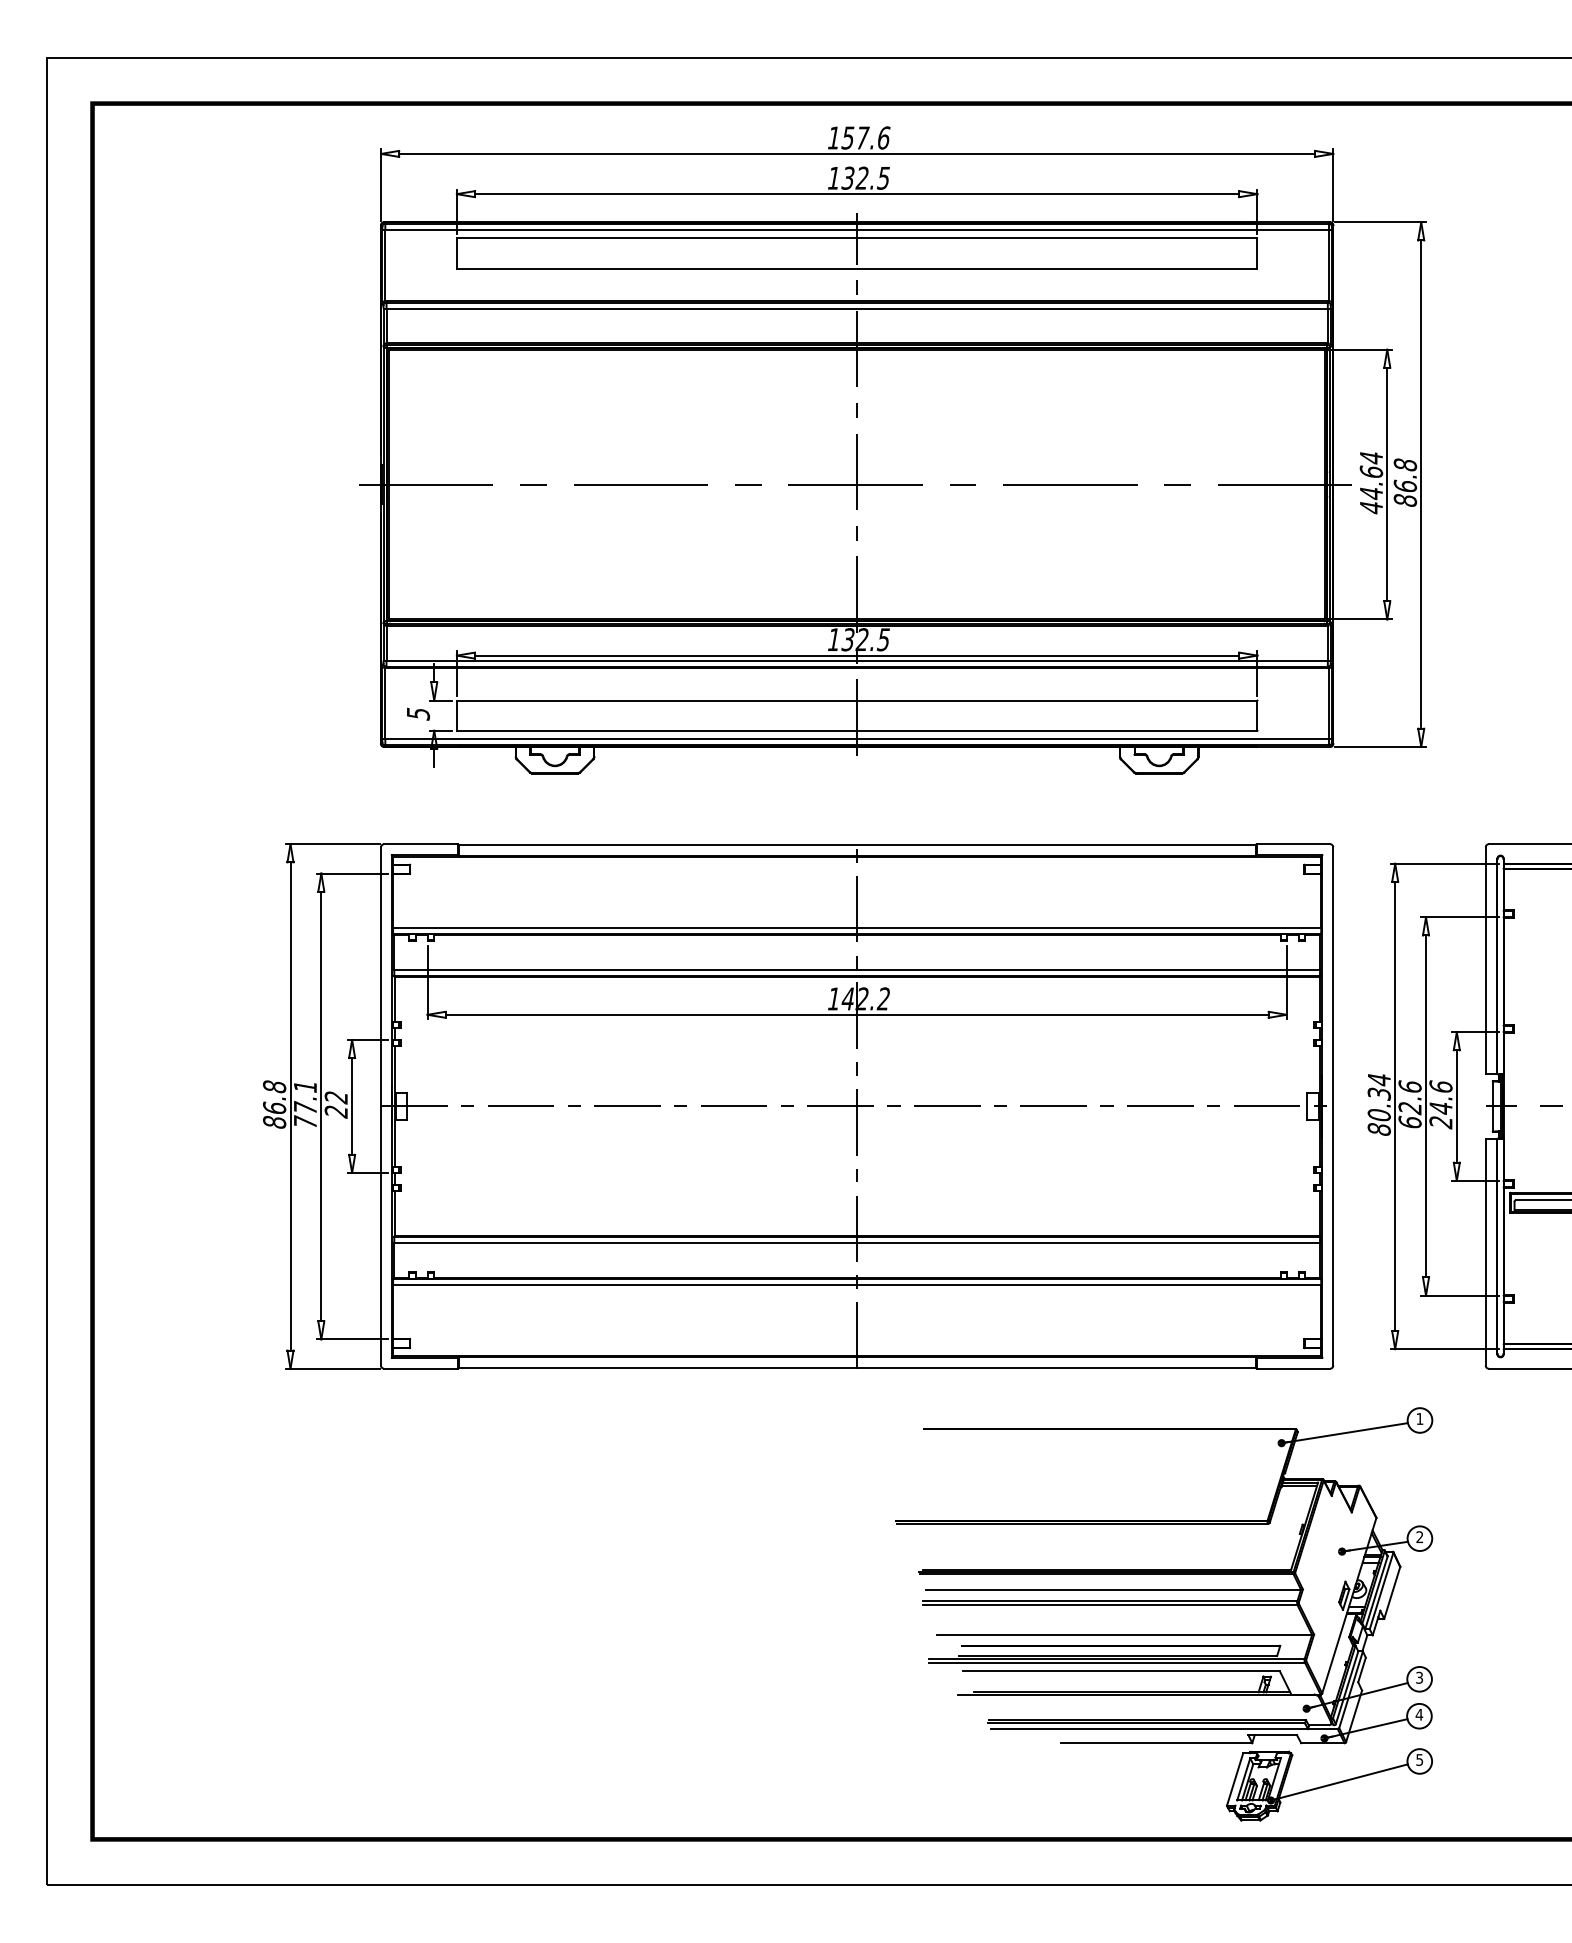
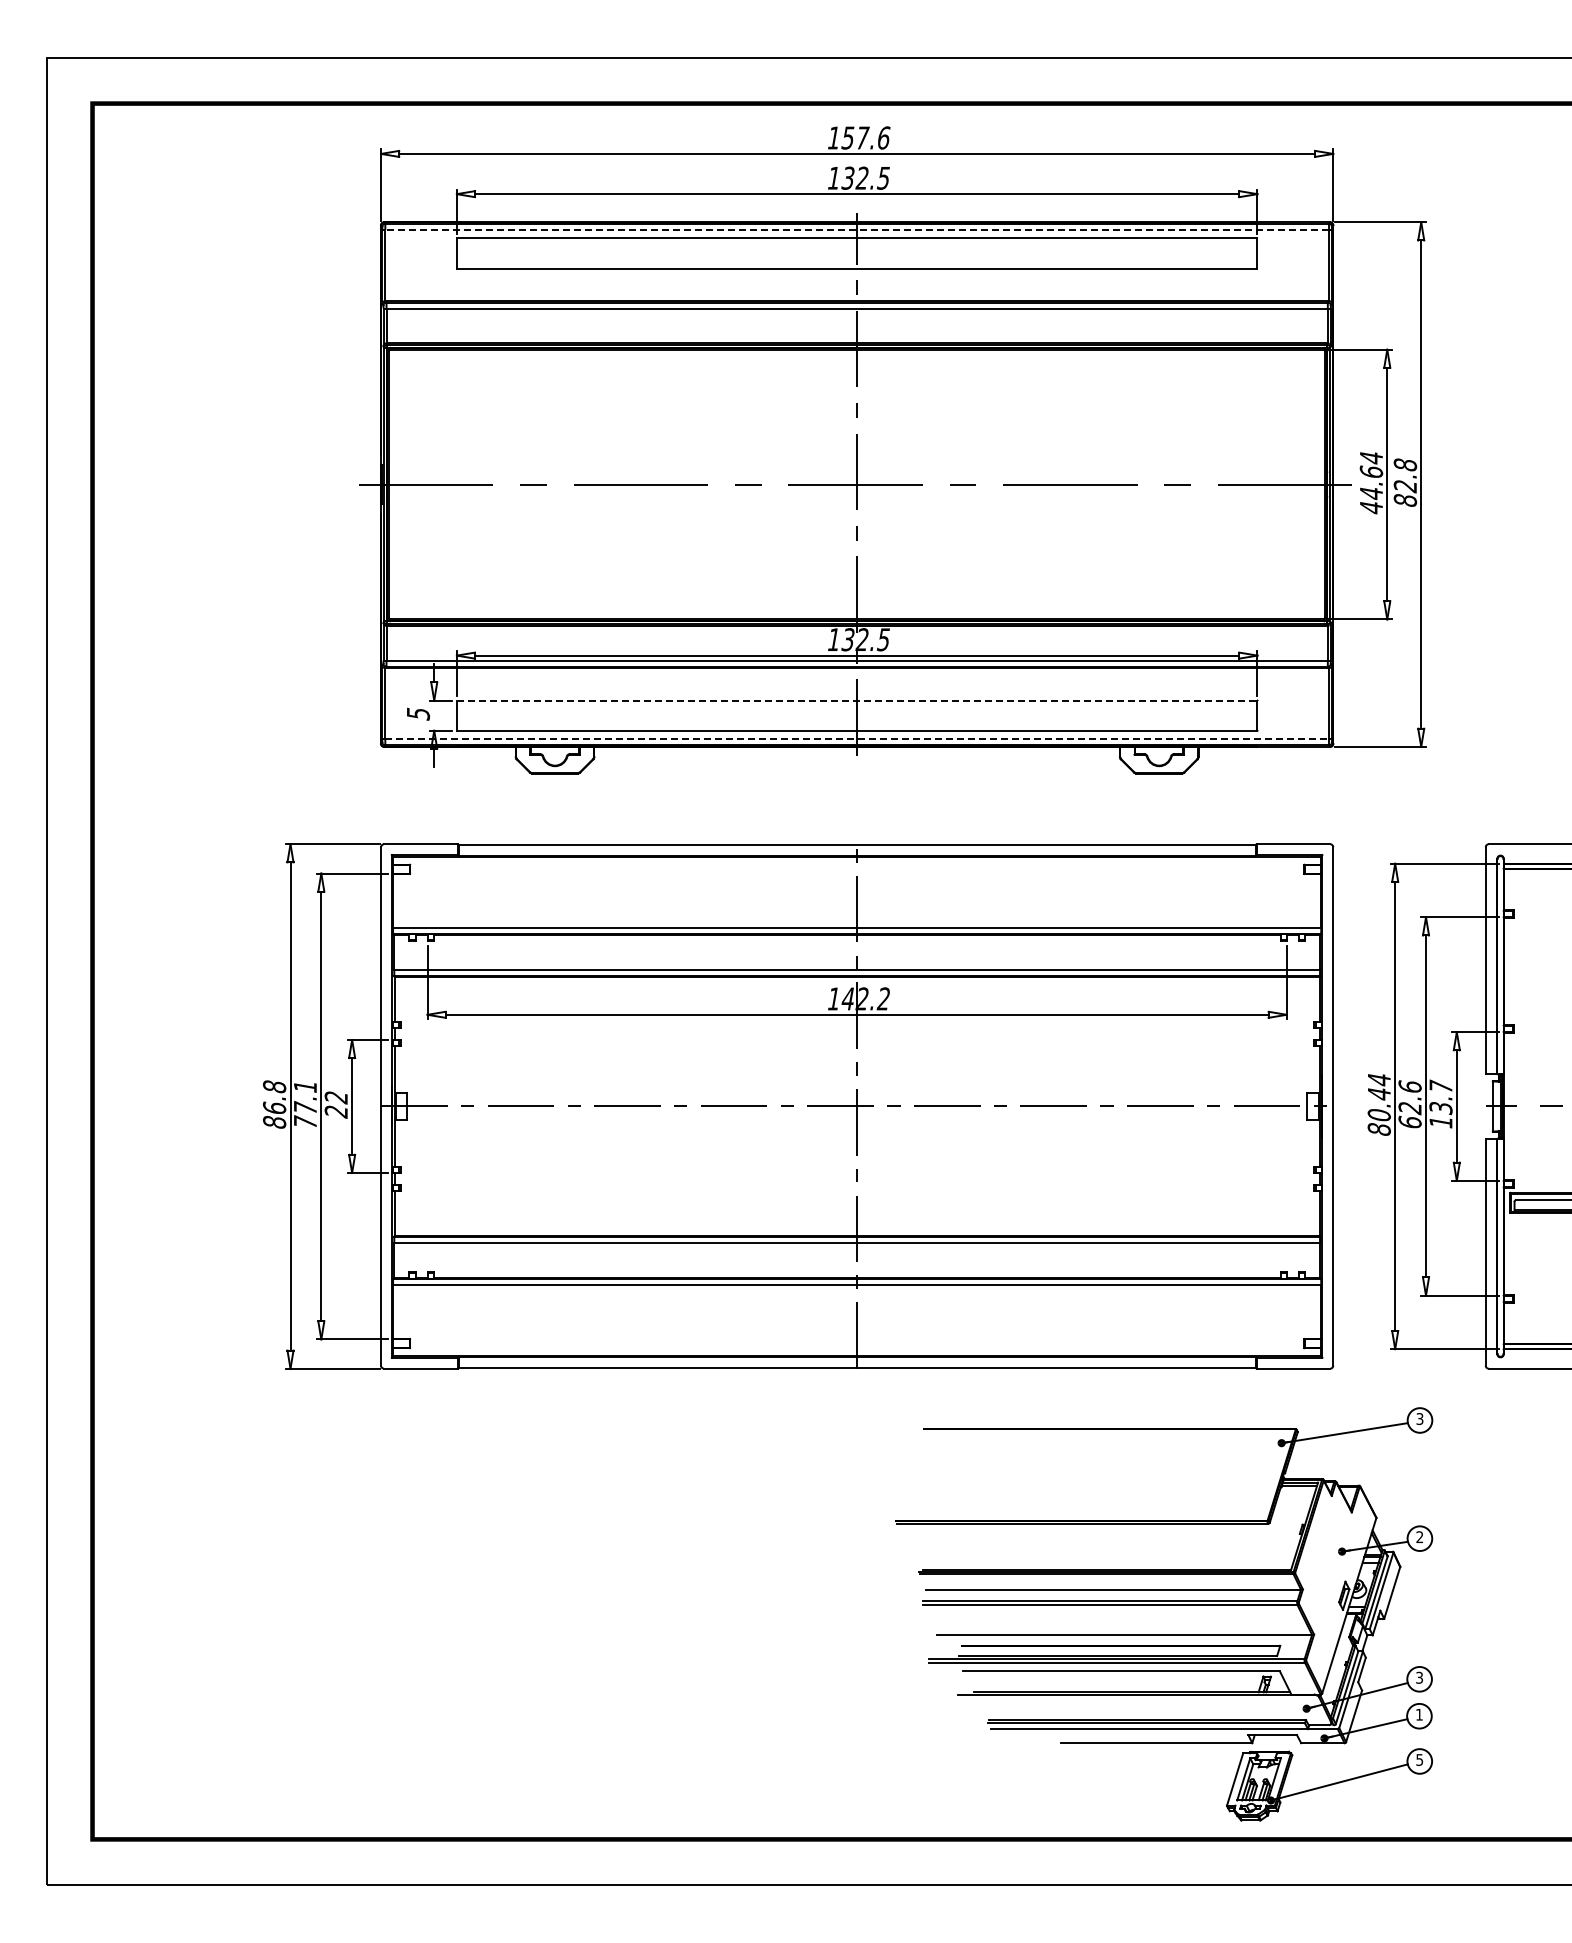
line at (857, 229): solid -> dashed
text at (1405, 486): 86.8 -> 82.8
line at (857, 700): solid -> dashed
line at (857, 739): solid -> dashed
text at (1378, 1093): 80.34 -> 80.44
text at (1440, 1104): 24.6 -> 13.7
text at (1419, 1419): 1 -> 3
text at (1419, 1714): 4 -> 1
